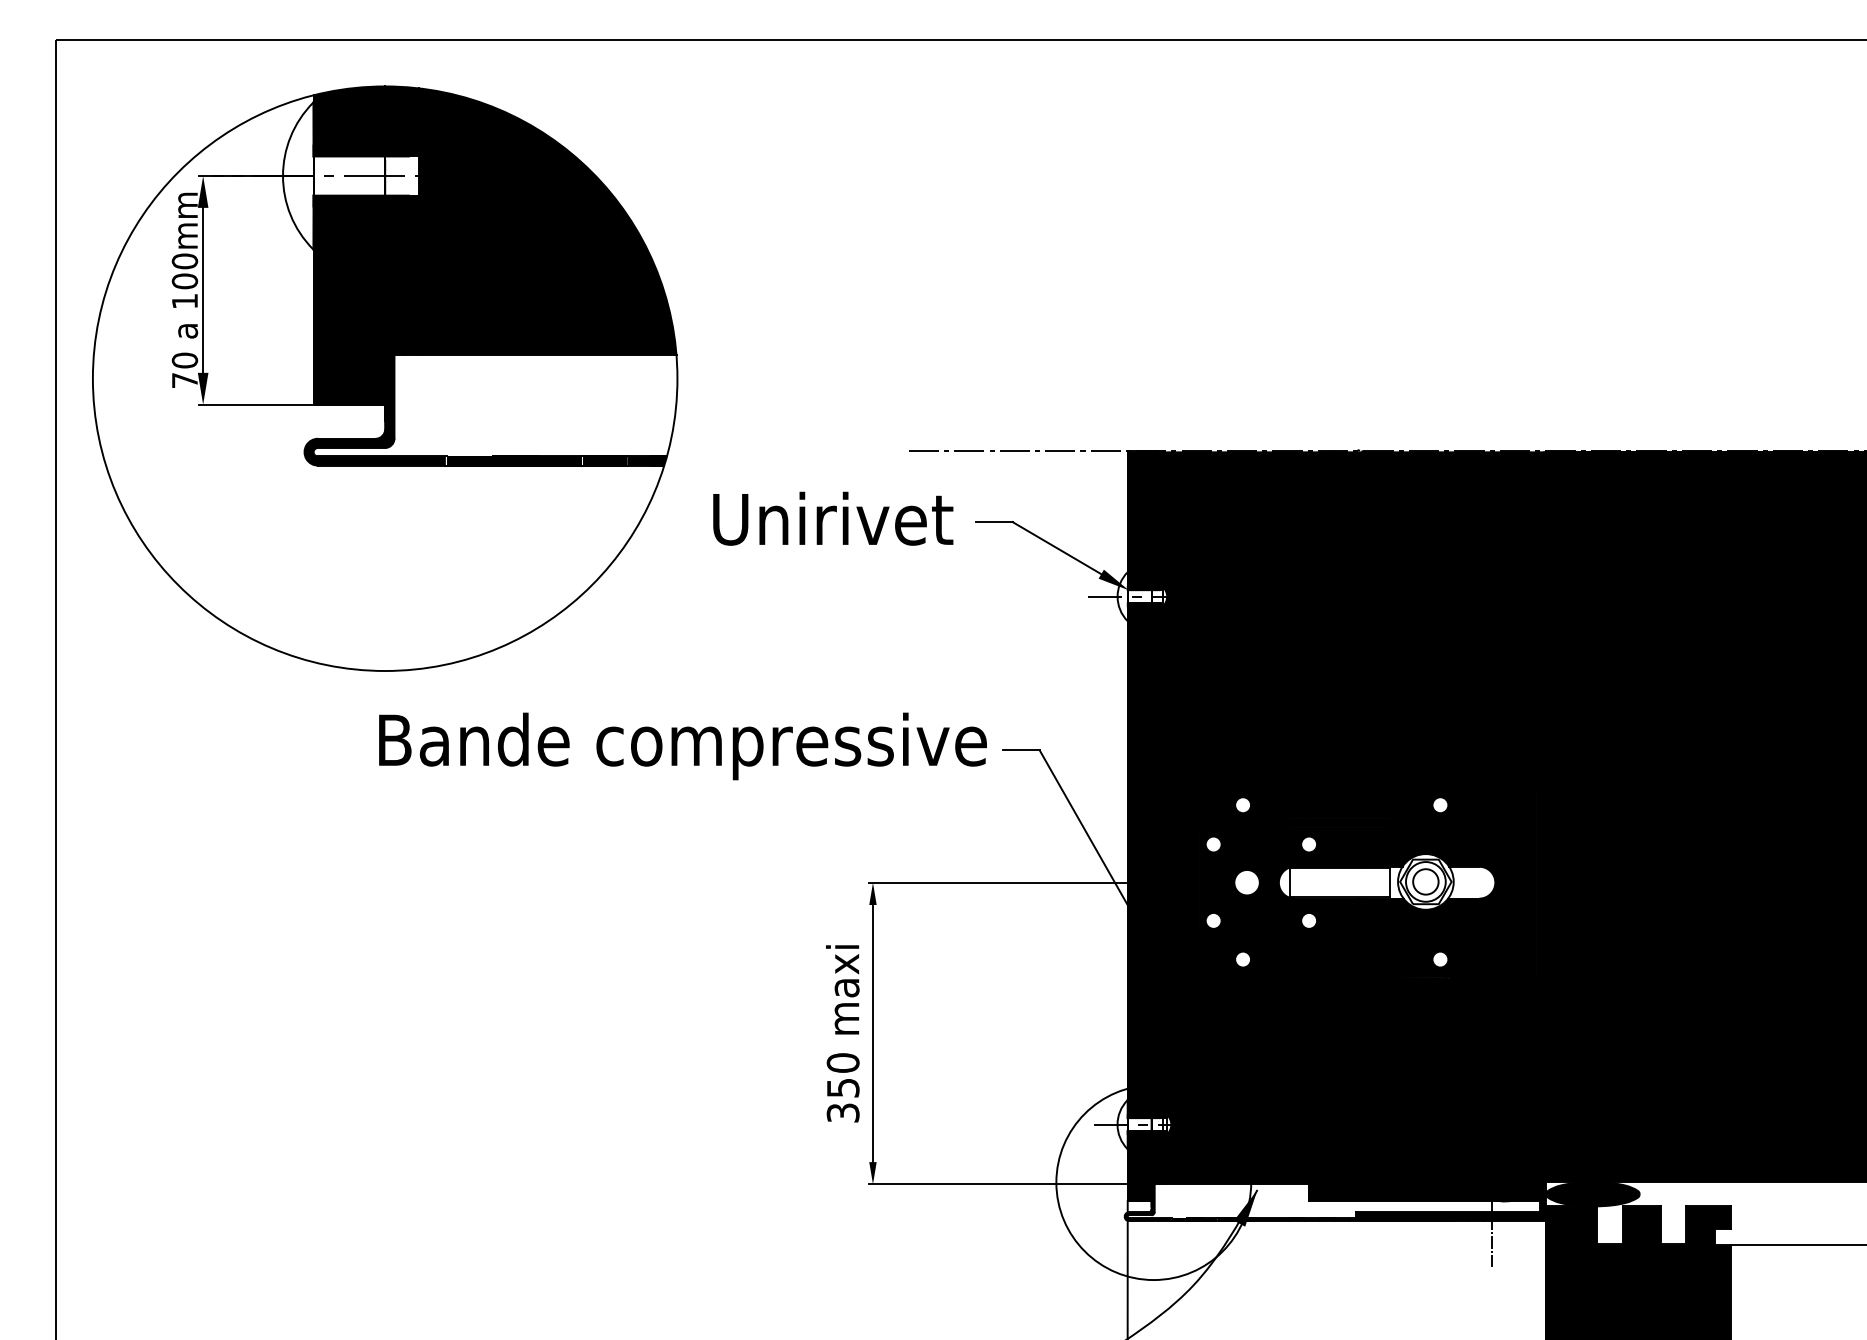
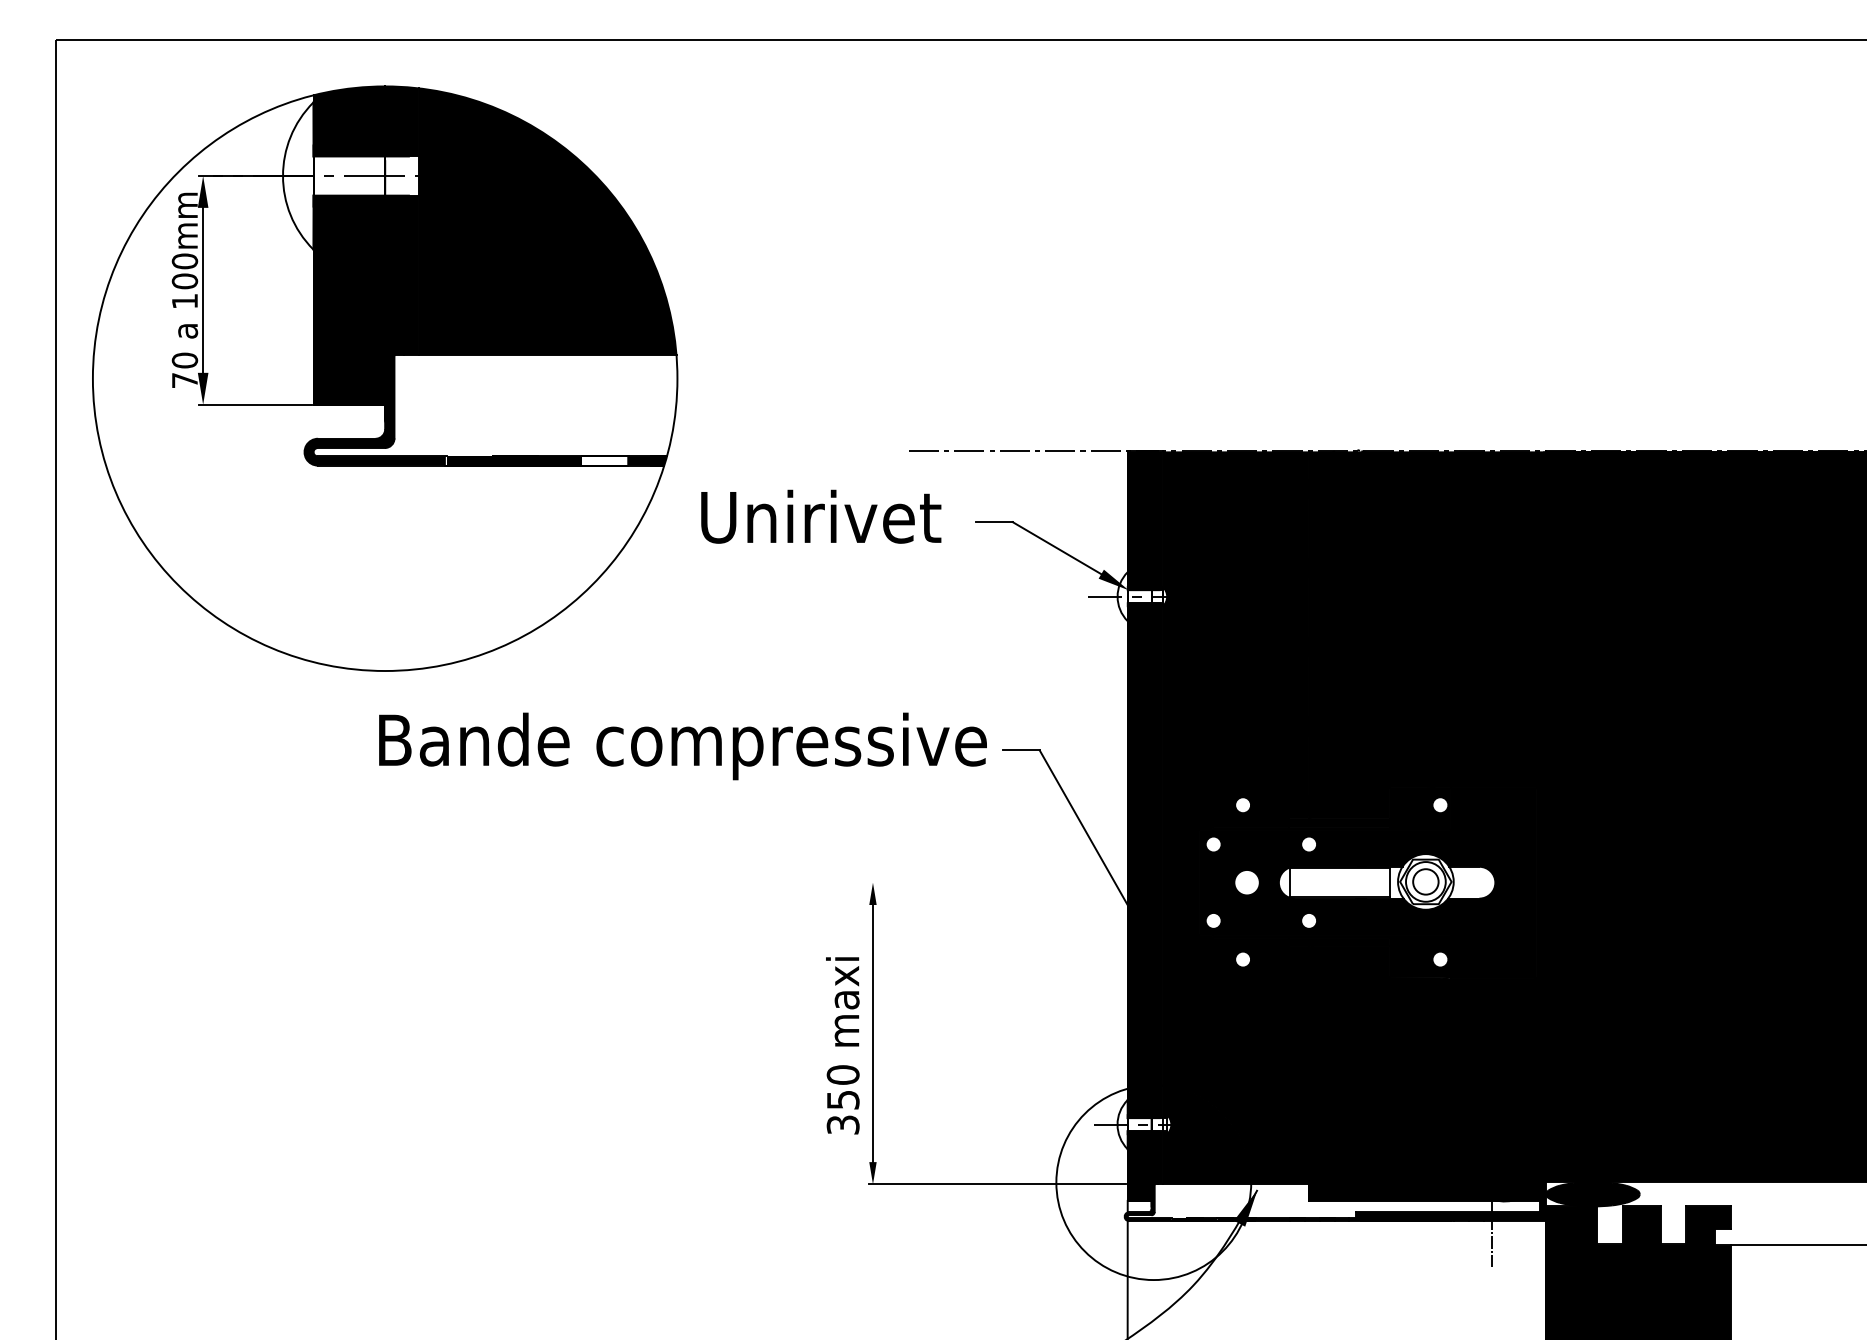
fill at (605, 460): present -> none
text at (833, 518) position: (833, 518) -> (821, 516)
line at (997, 882): present -> none
text at (842, 1033) position: (842, 1033) -> (842, 1045)
